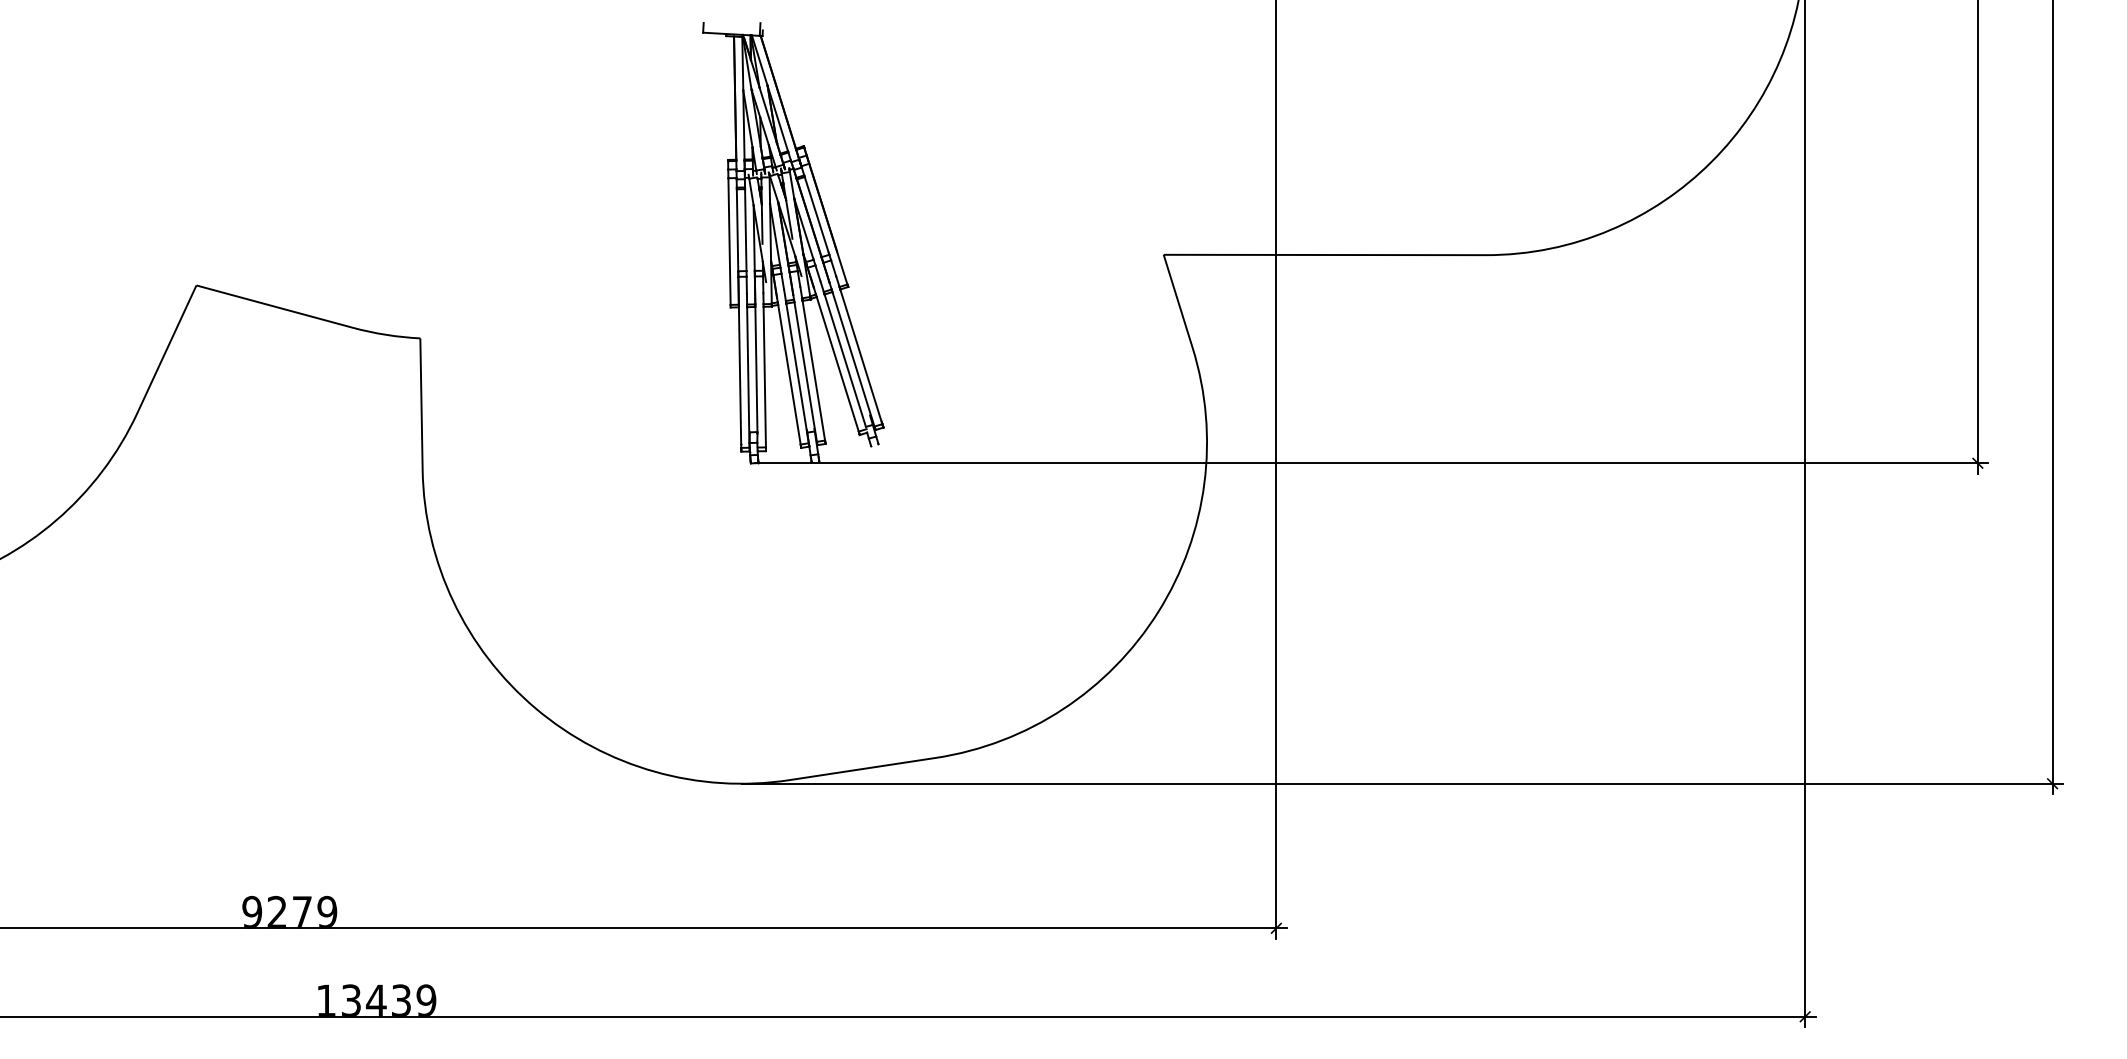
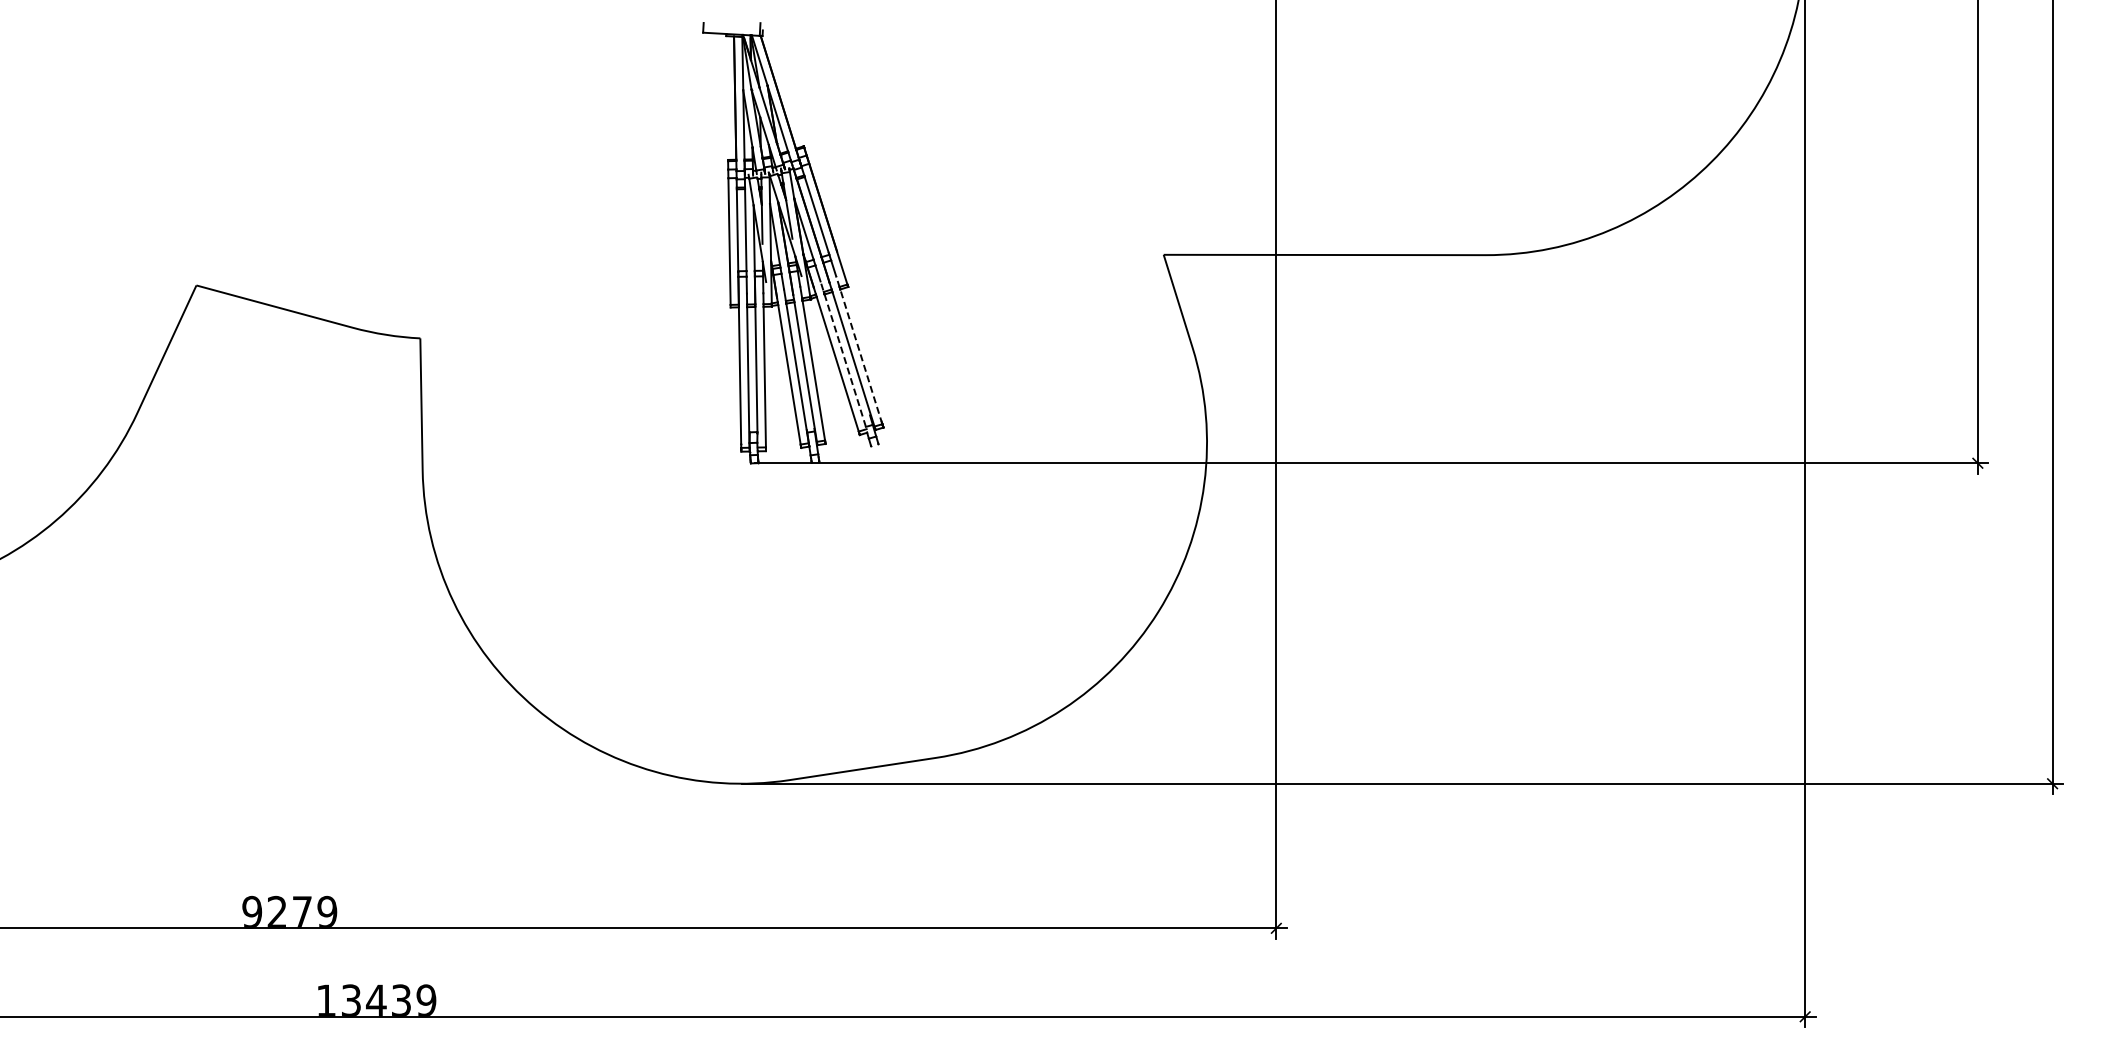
line at (859, 349): solid -> dashed
line at (843, 353): solid -> dashed
